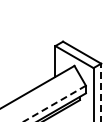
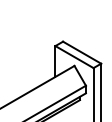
line at (101, 92): dashed -> solid
line at (54, 103): dashed -> solid
